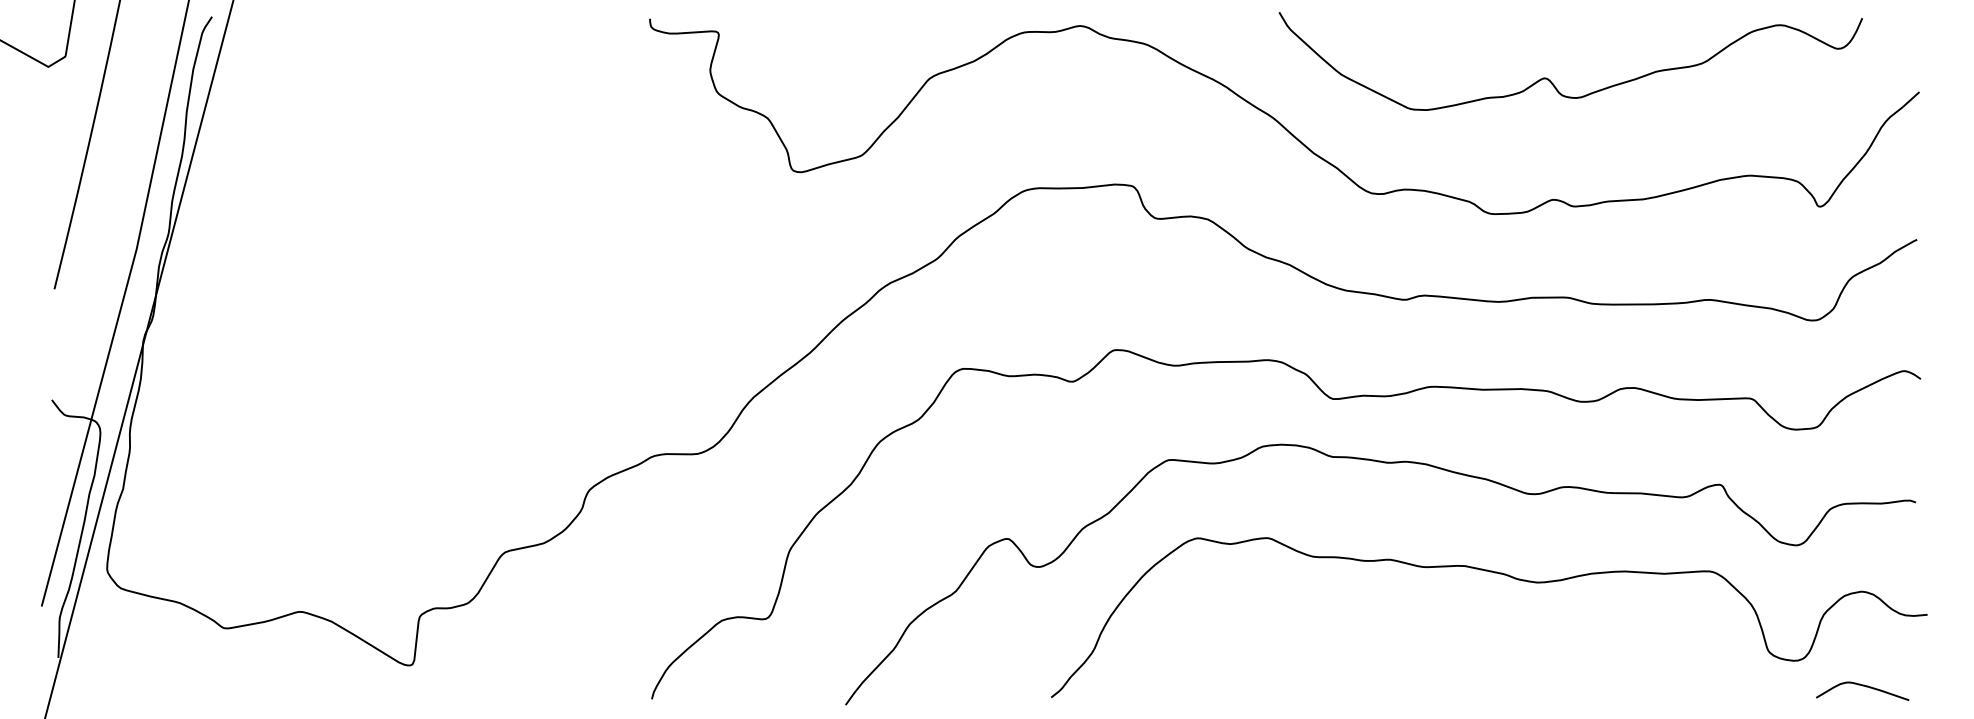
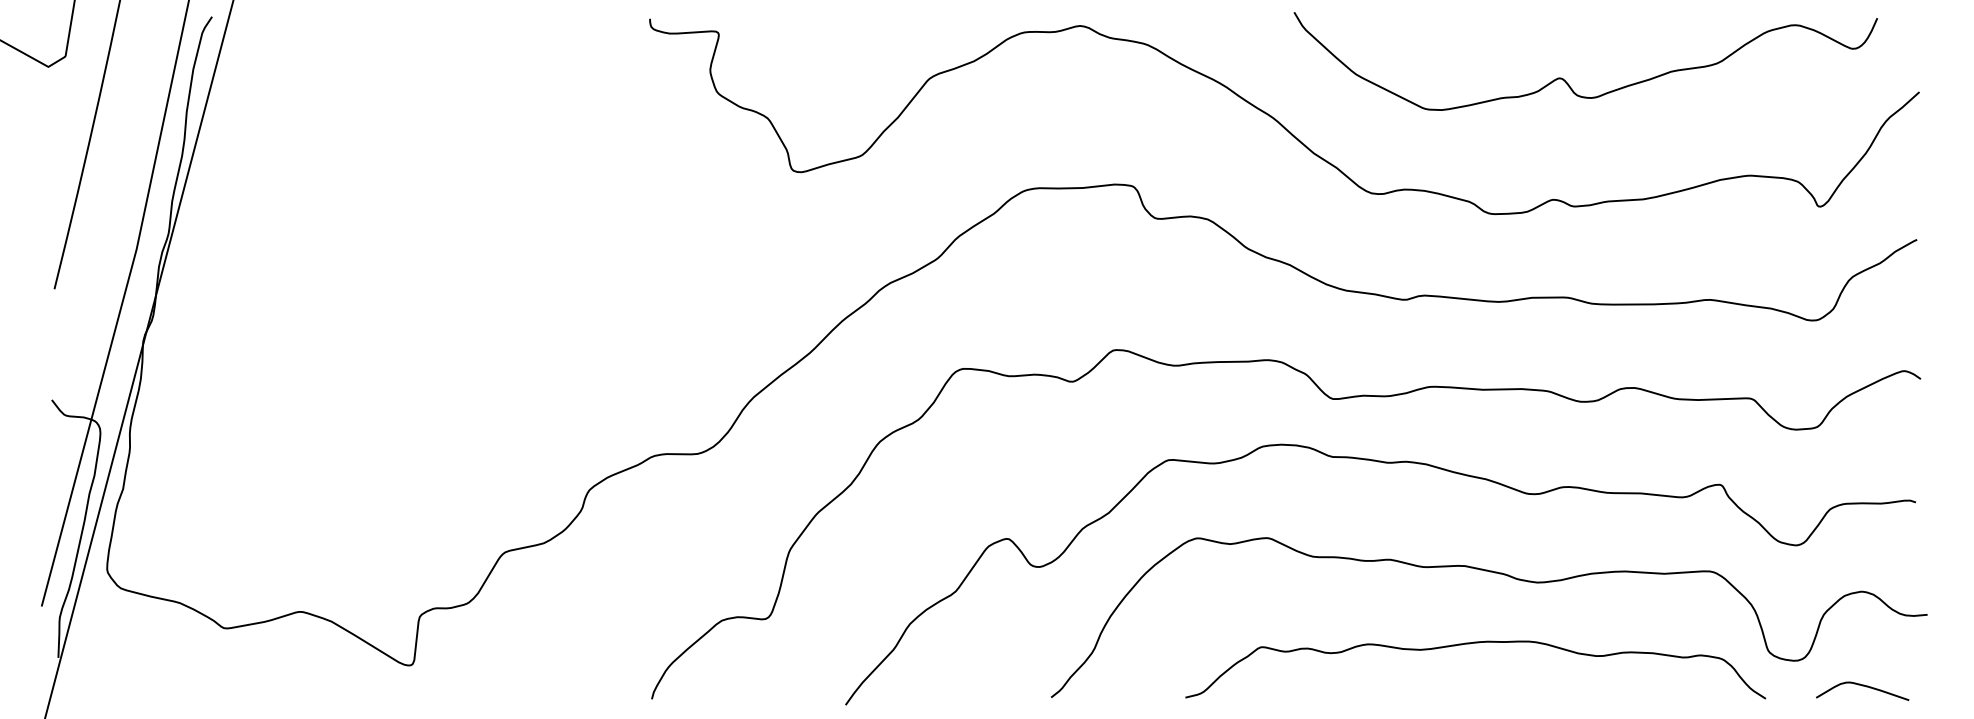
curve at (1550, 80) position: (1550, 80) -> (1565, 80)
curve at (1470, 644): none -> present
